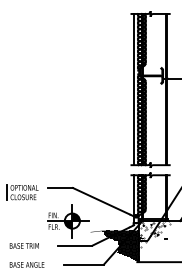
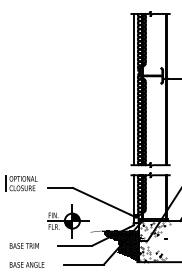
part at (22, 192) position: (22, 192) -> (21, 183)
hatch at (152, 254): none -> present
